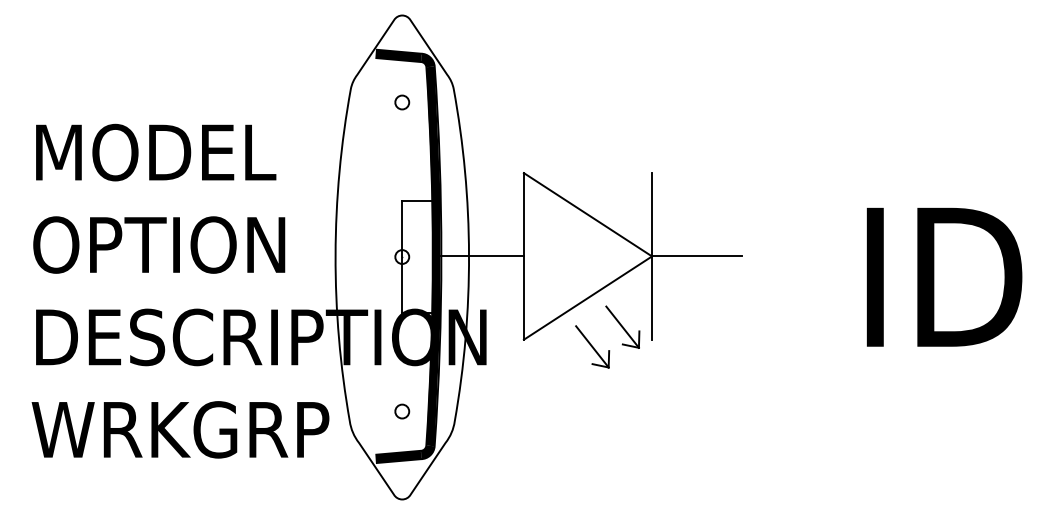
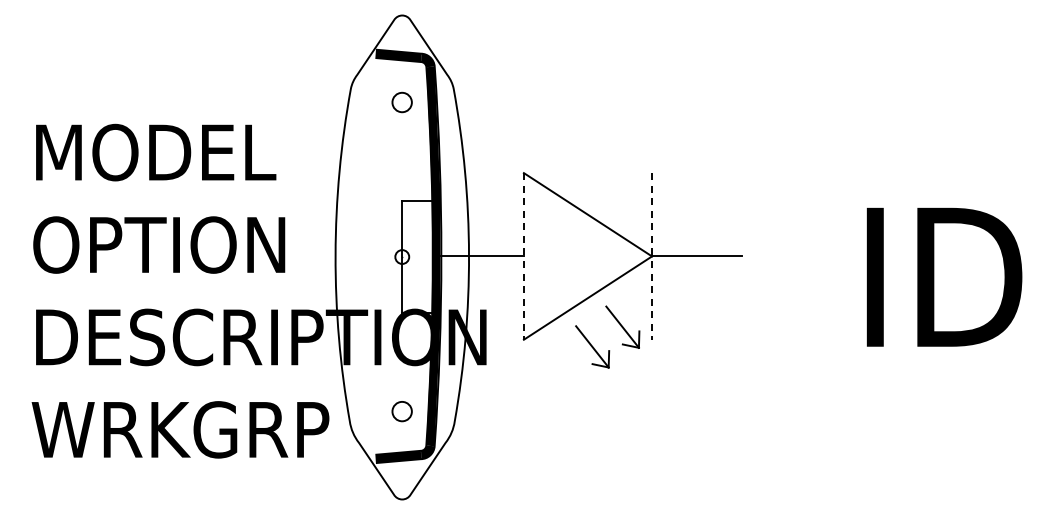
part at (402, 102) size: 17x17 px -> 22x23 px
line at (523, 256): solid -> dashed
line at (652, 256): solid -> dashed
part at (402, 411) size: 17x17 px -> 22x22 px
